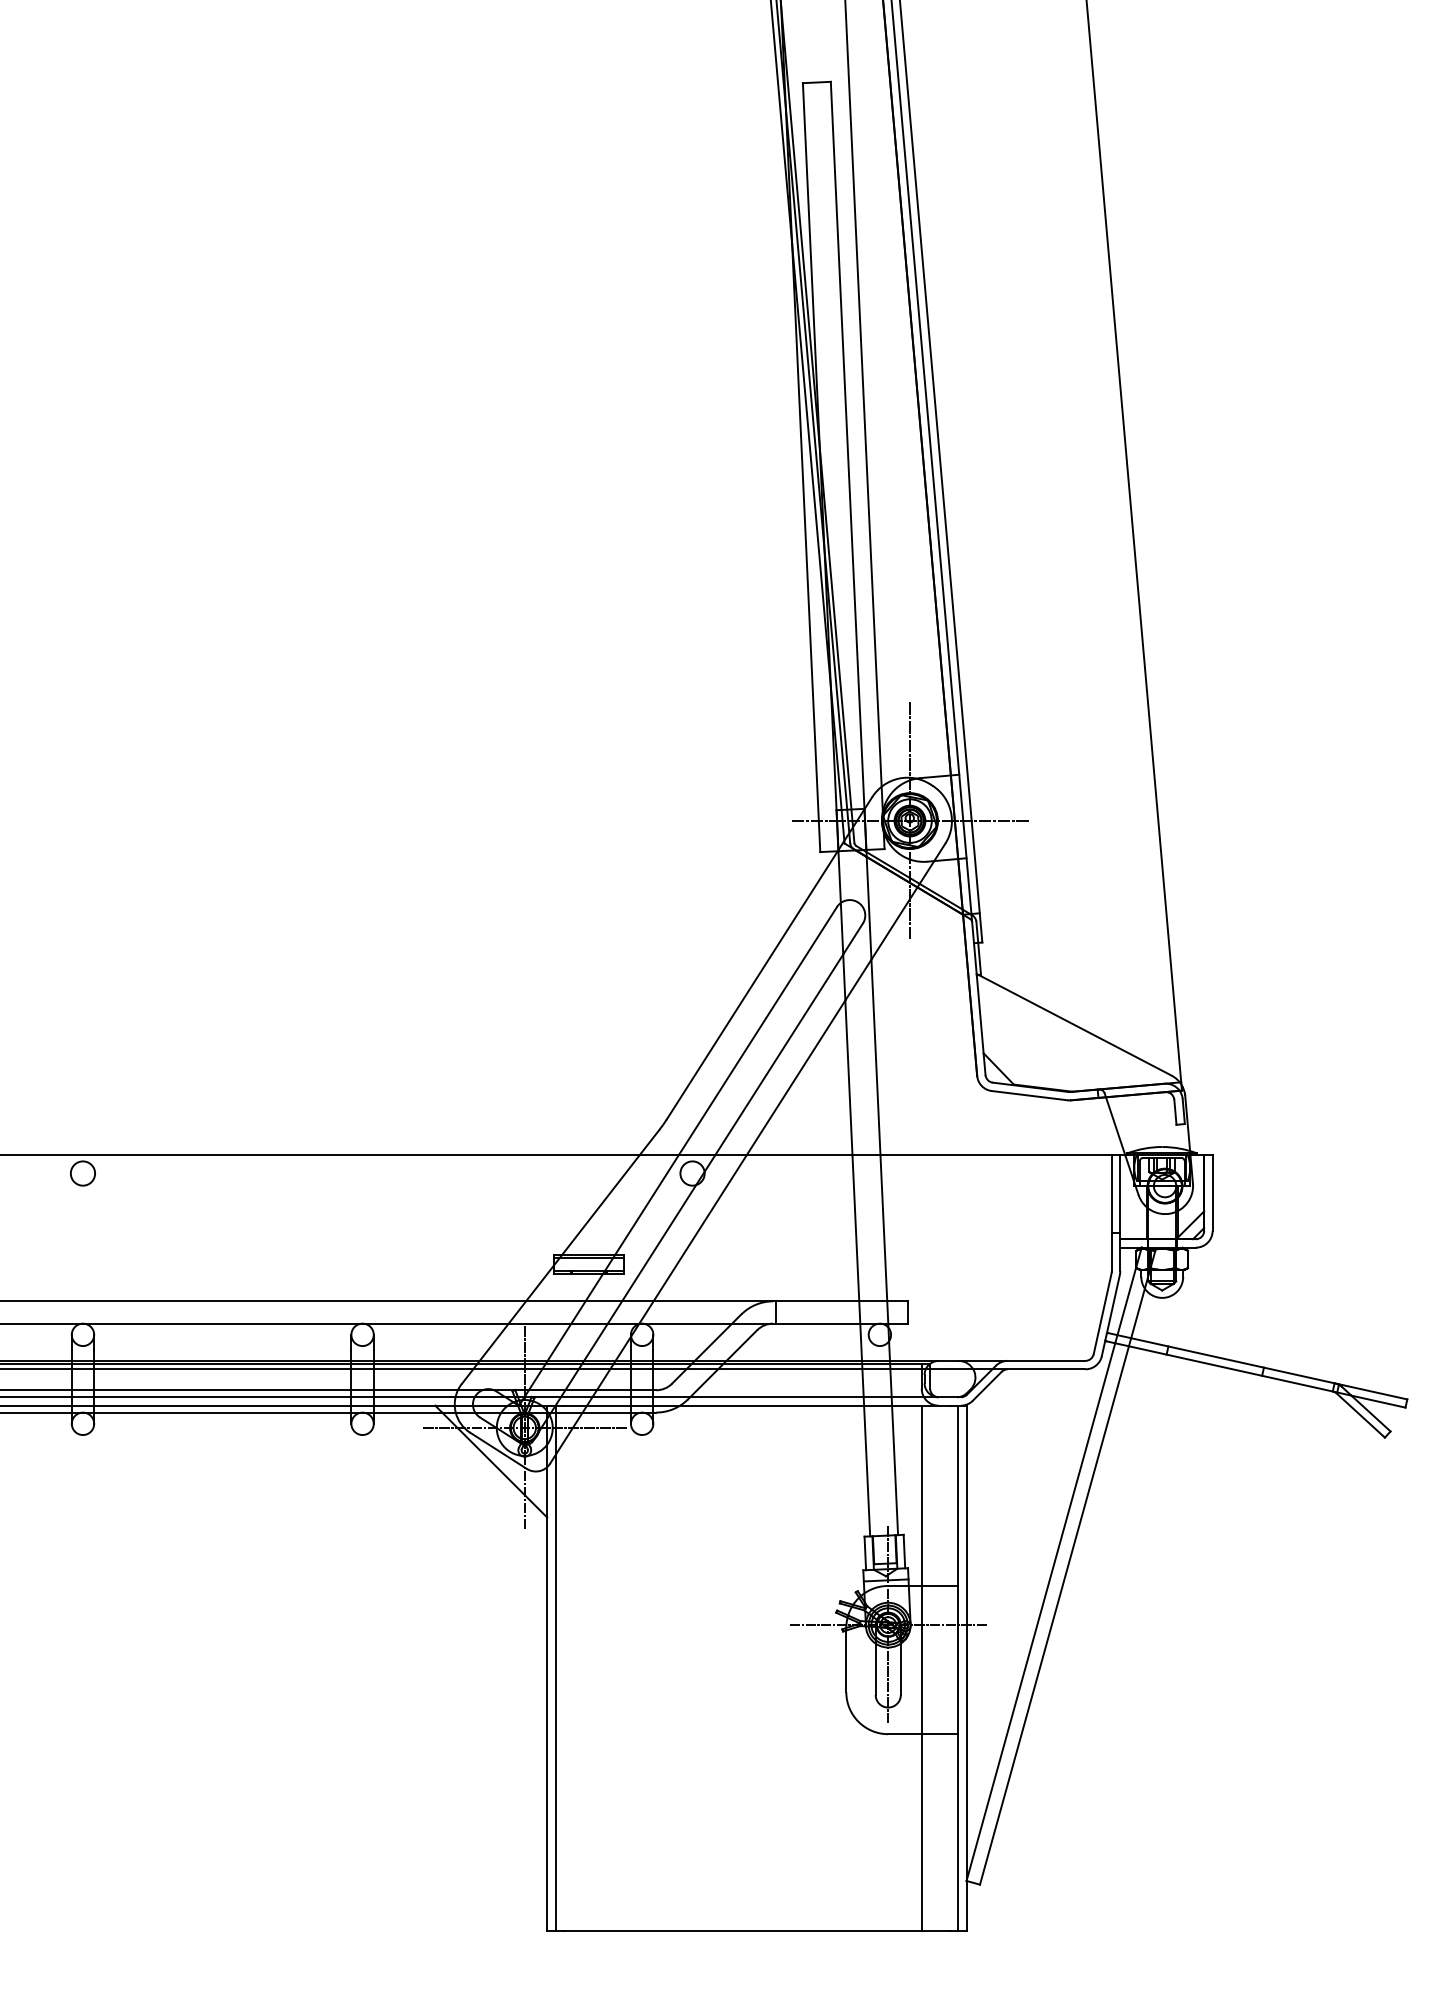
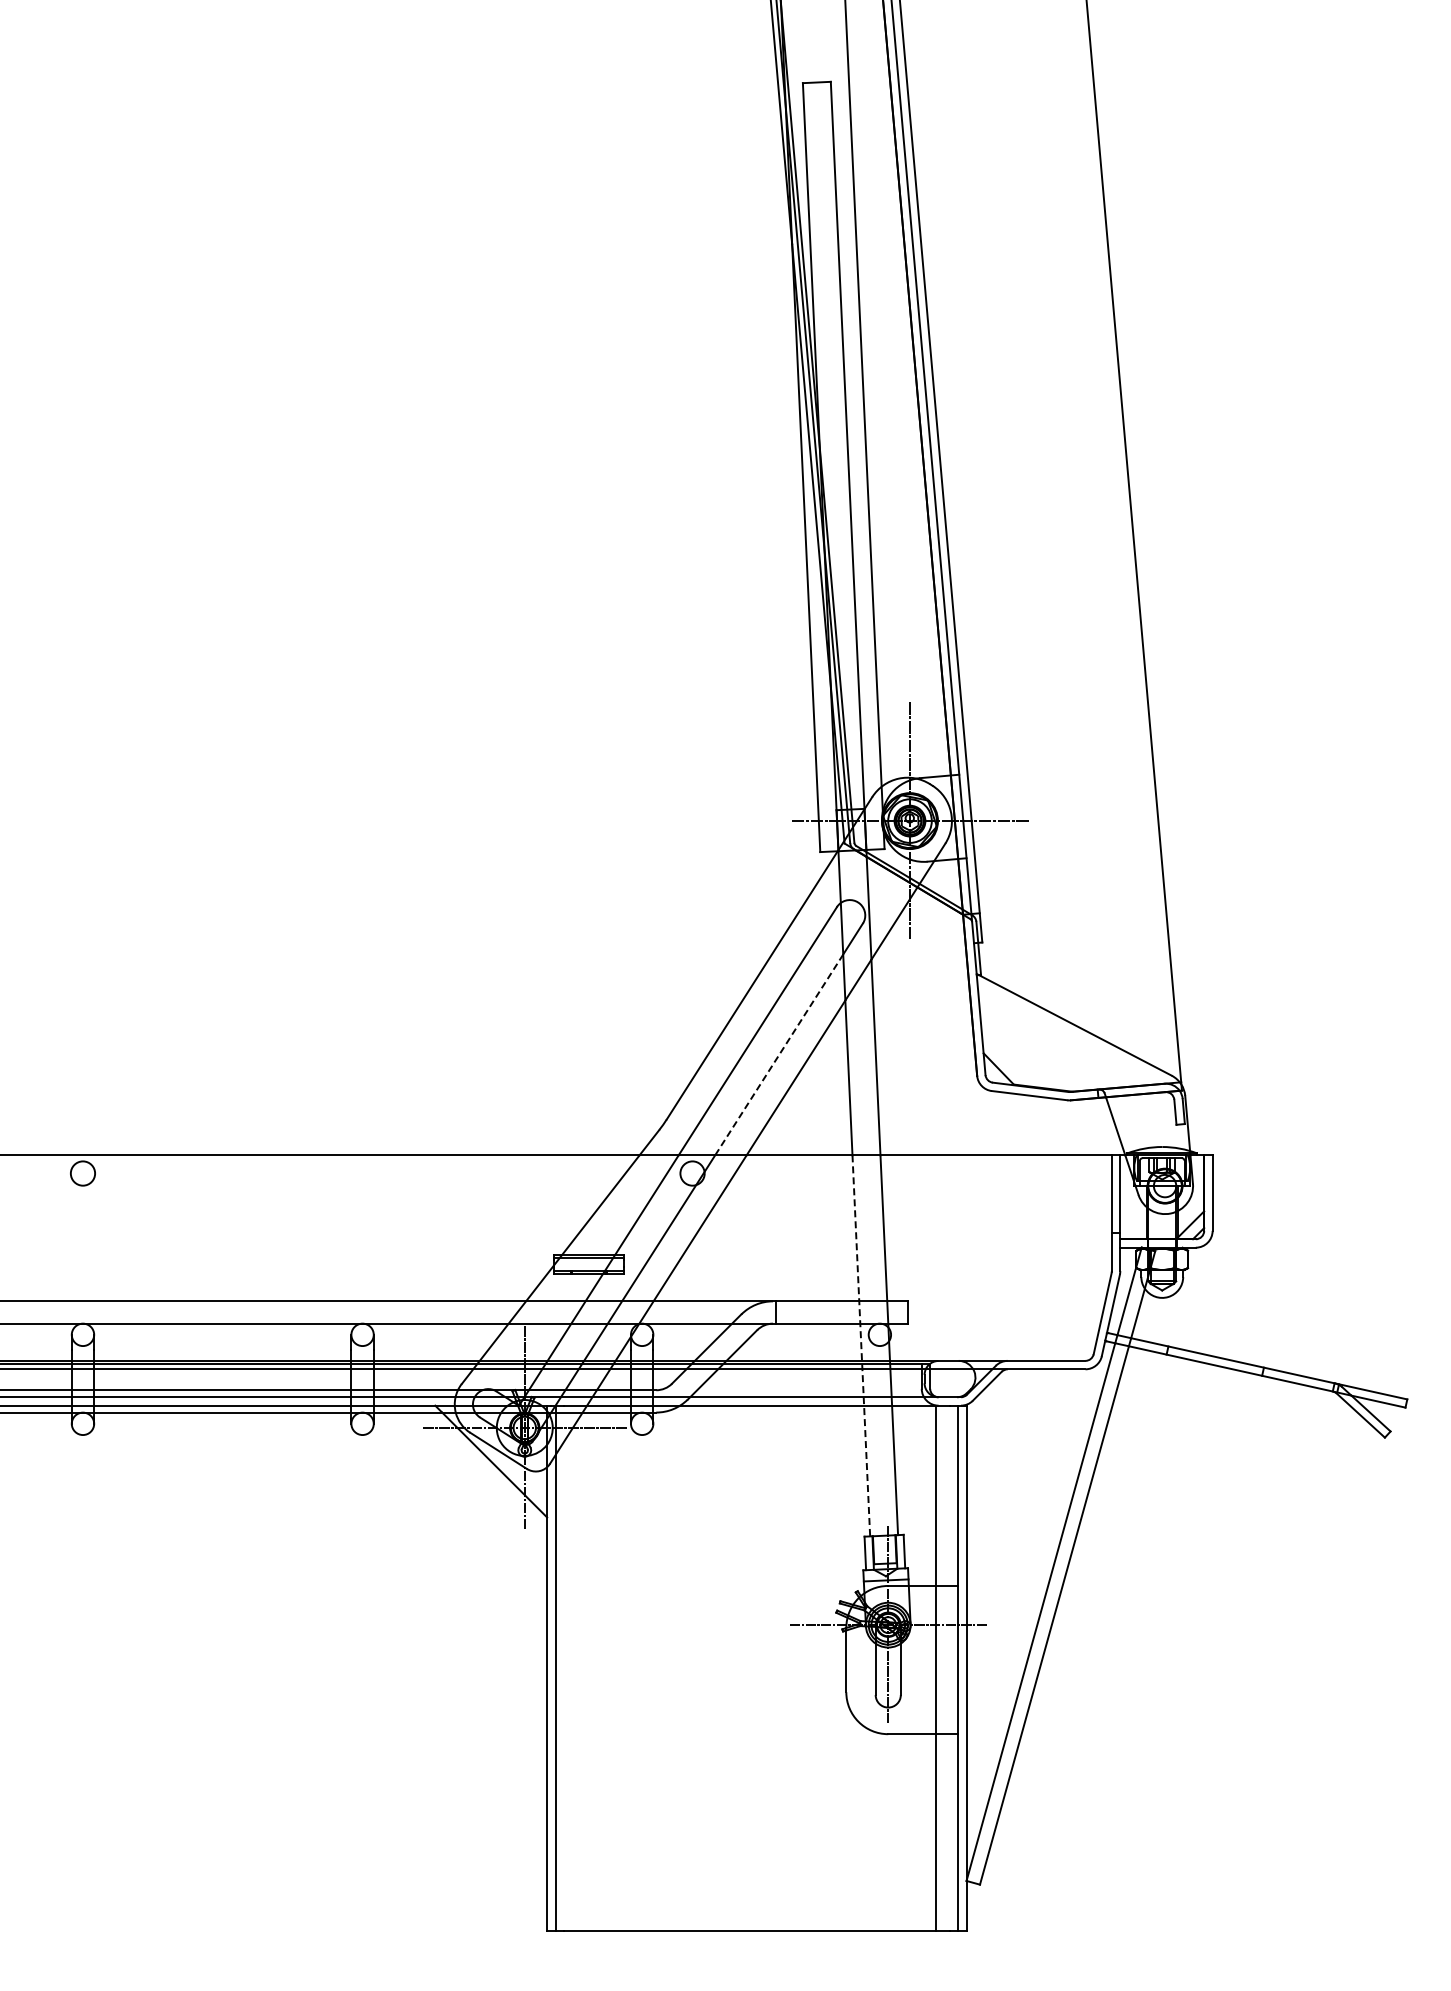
line at (778, 1055): solid -> dashed
line at (861, 1345): solid -> dashed
line at (921, 1668) position: (921, 1668) -> (935, 1668)
